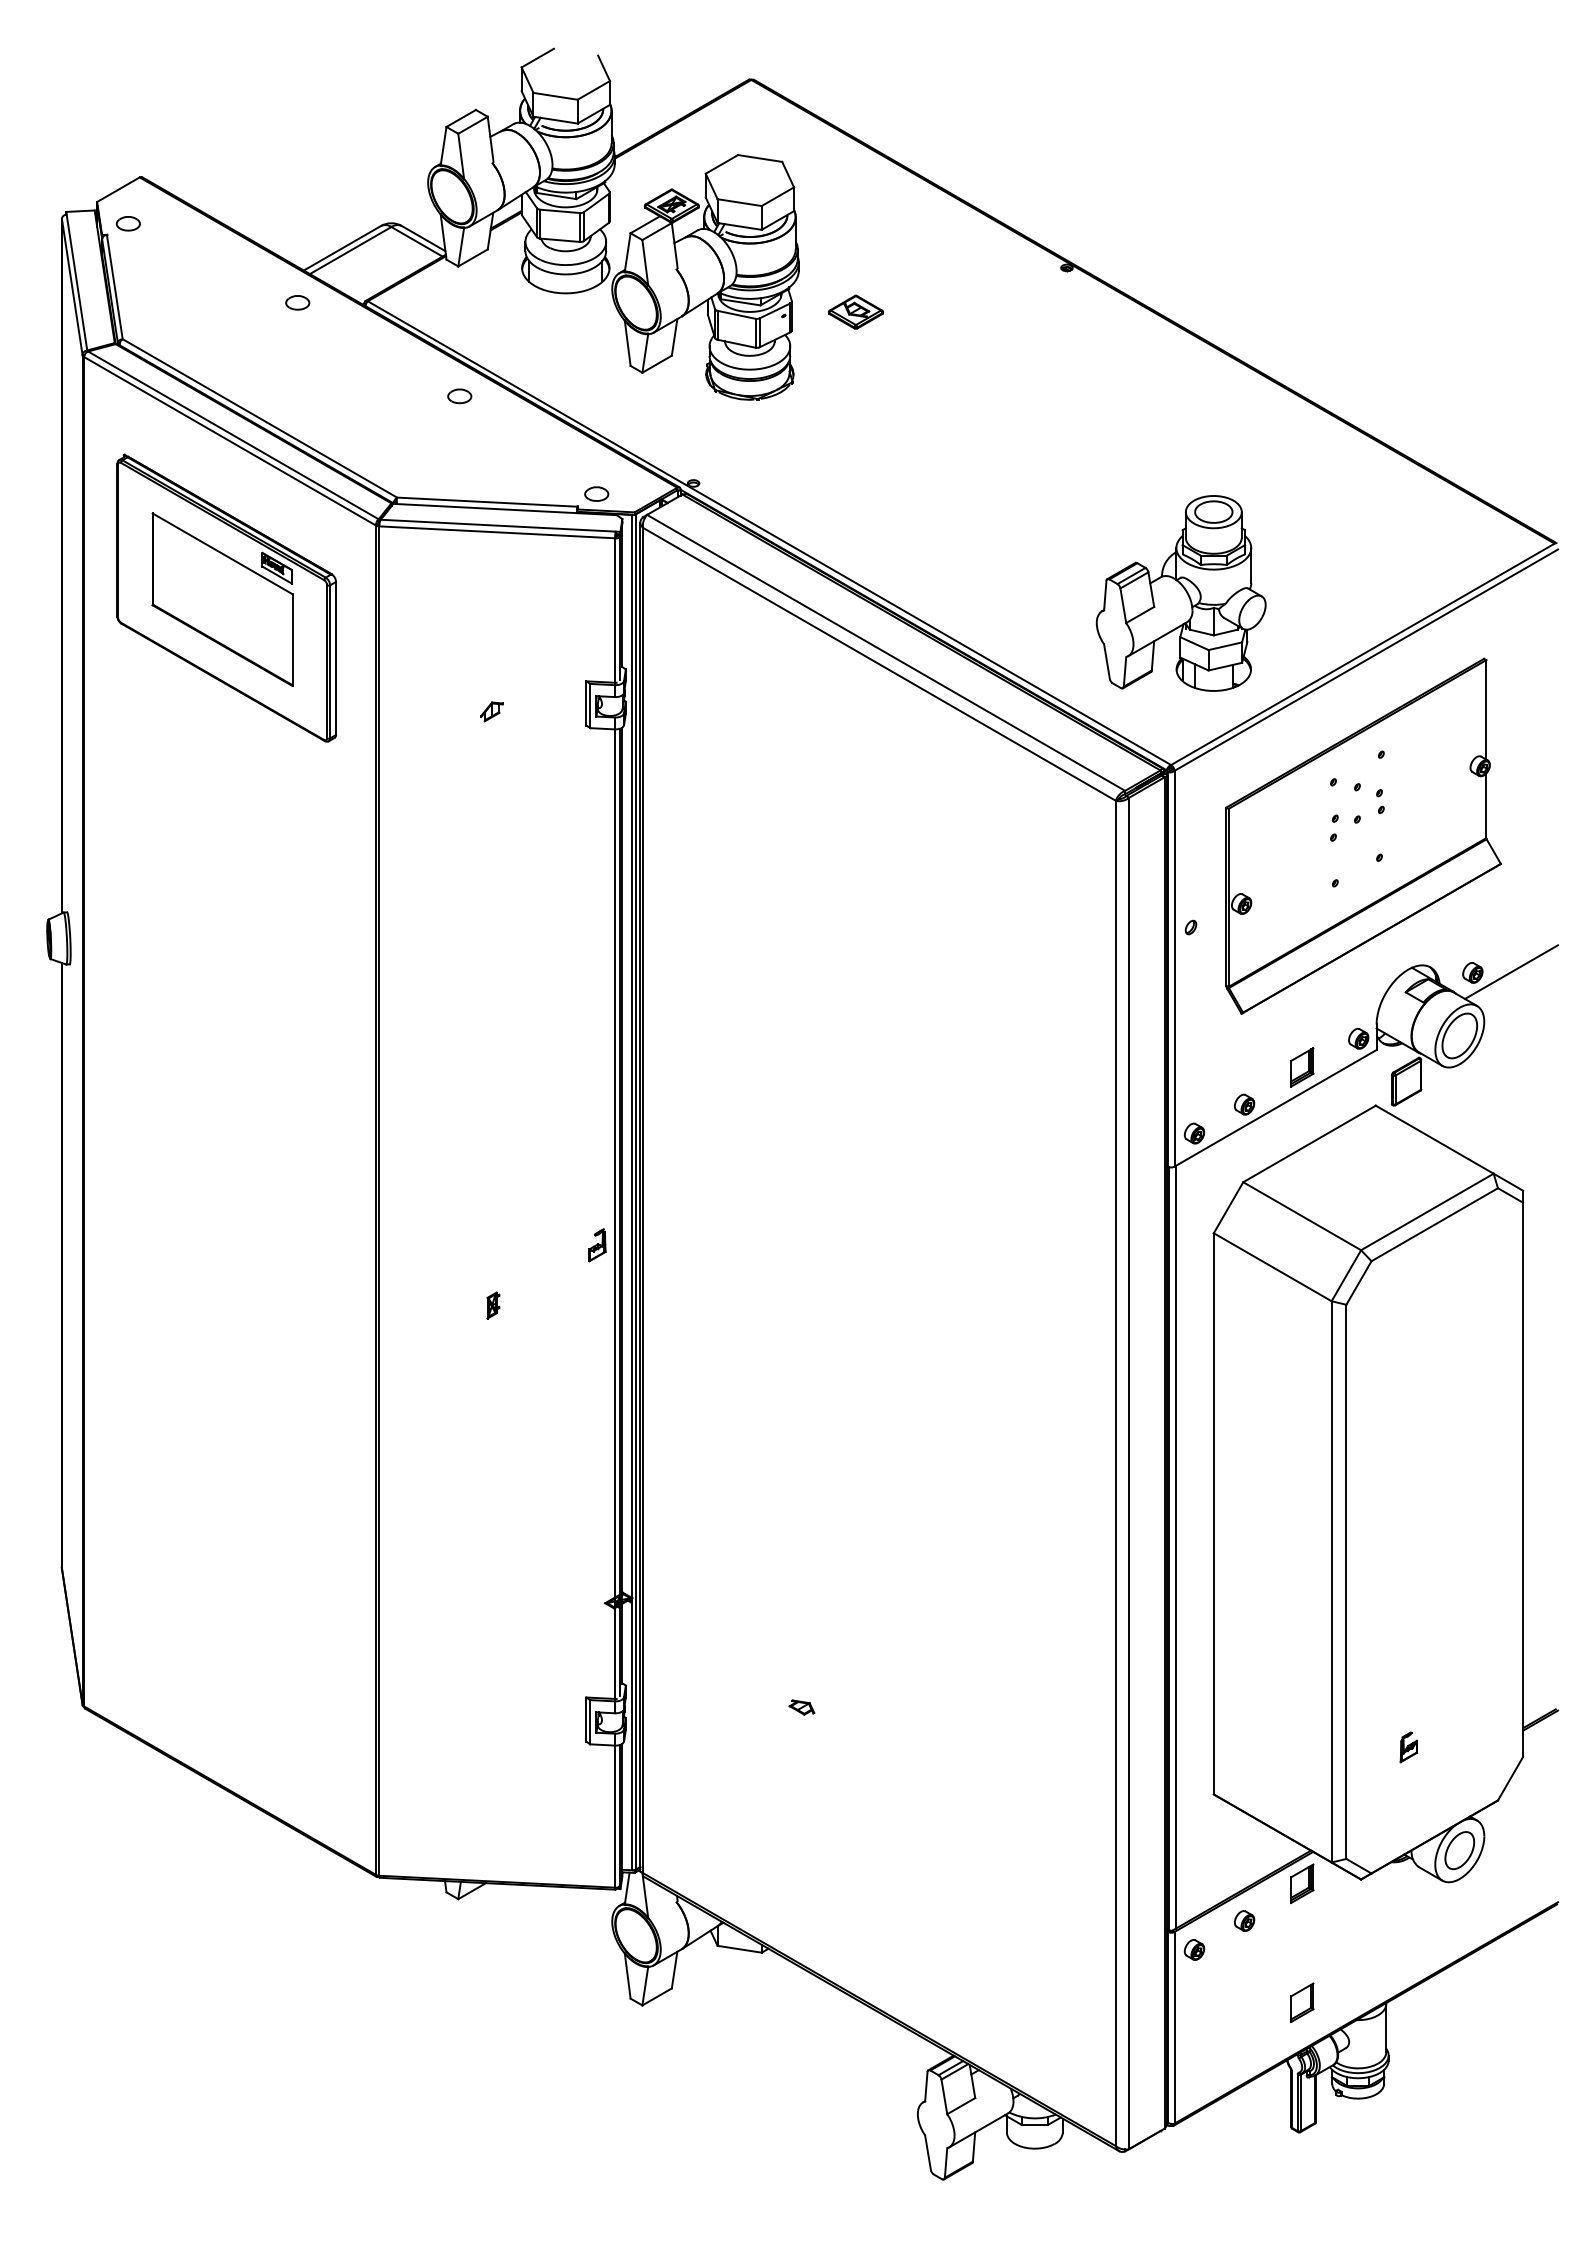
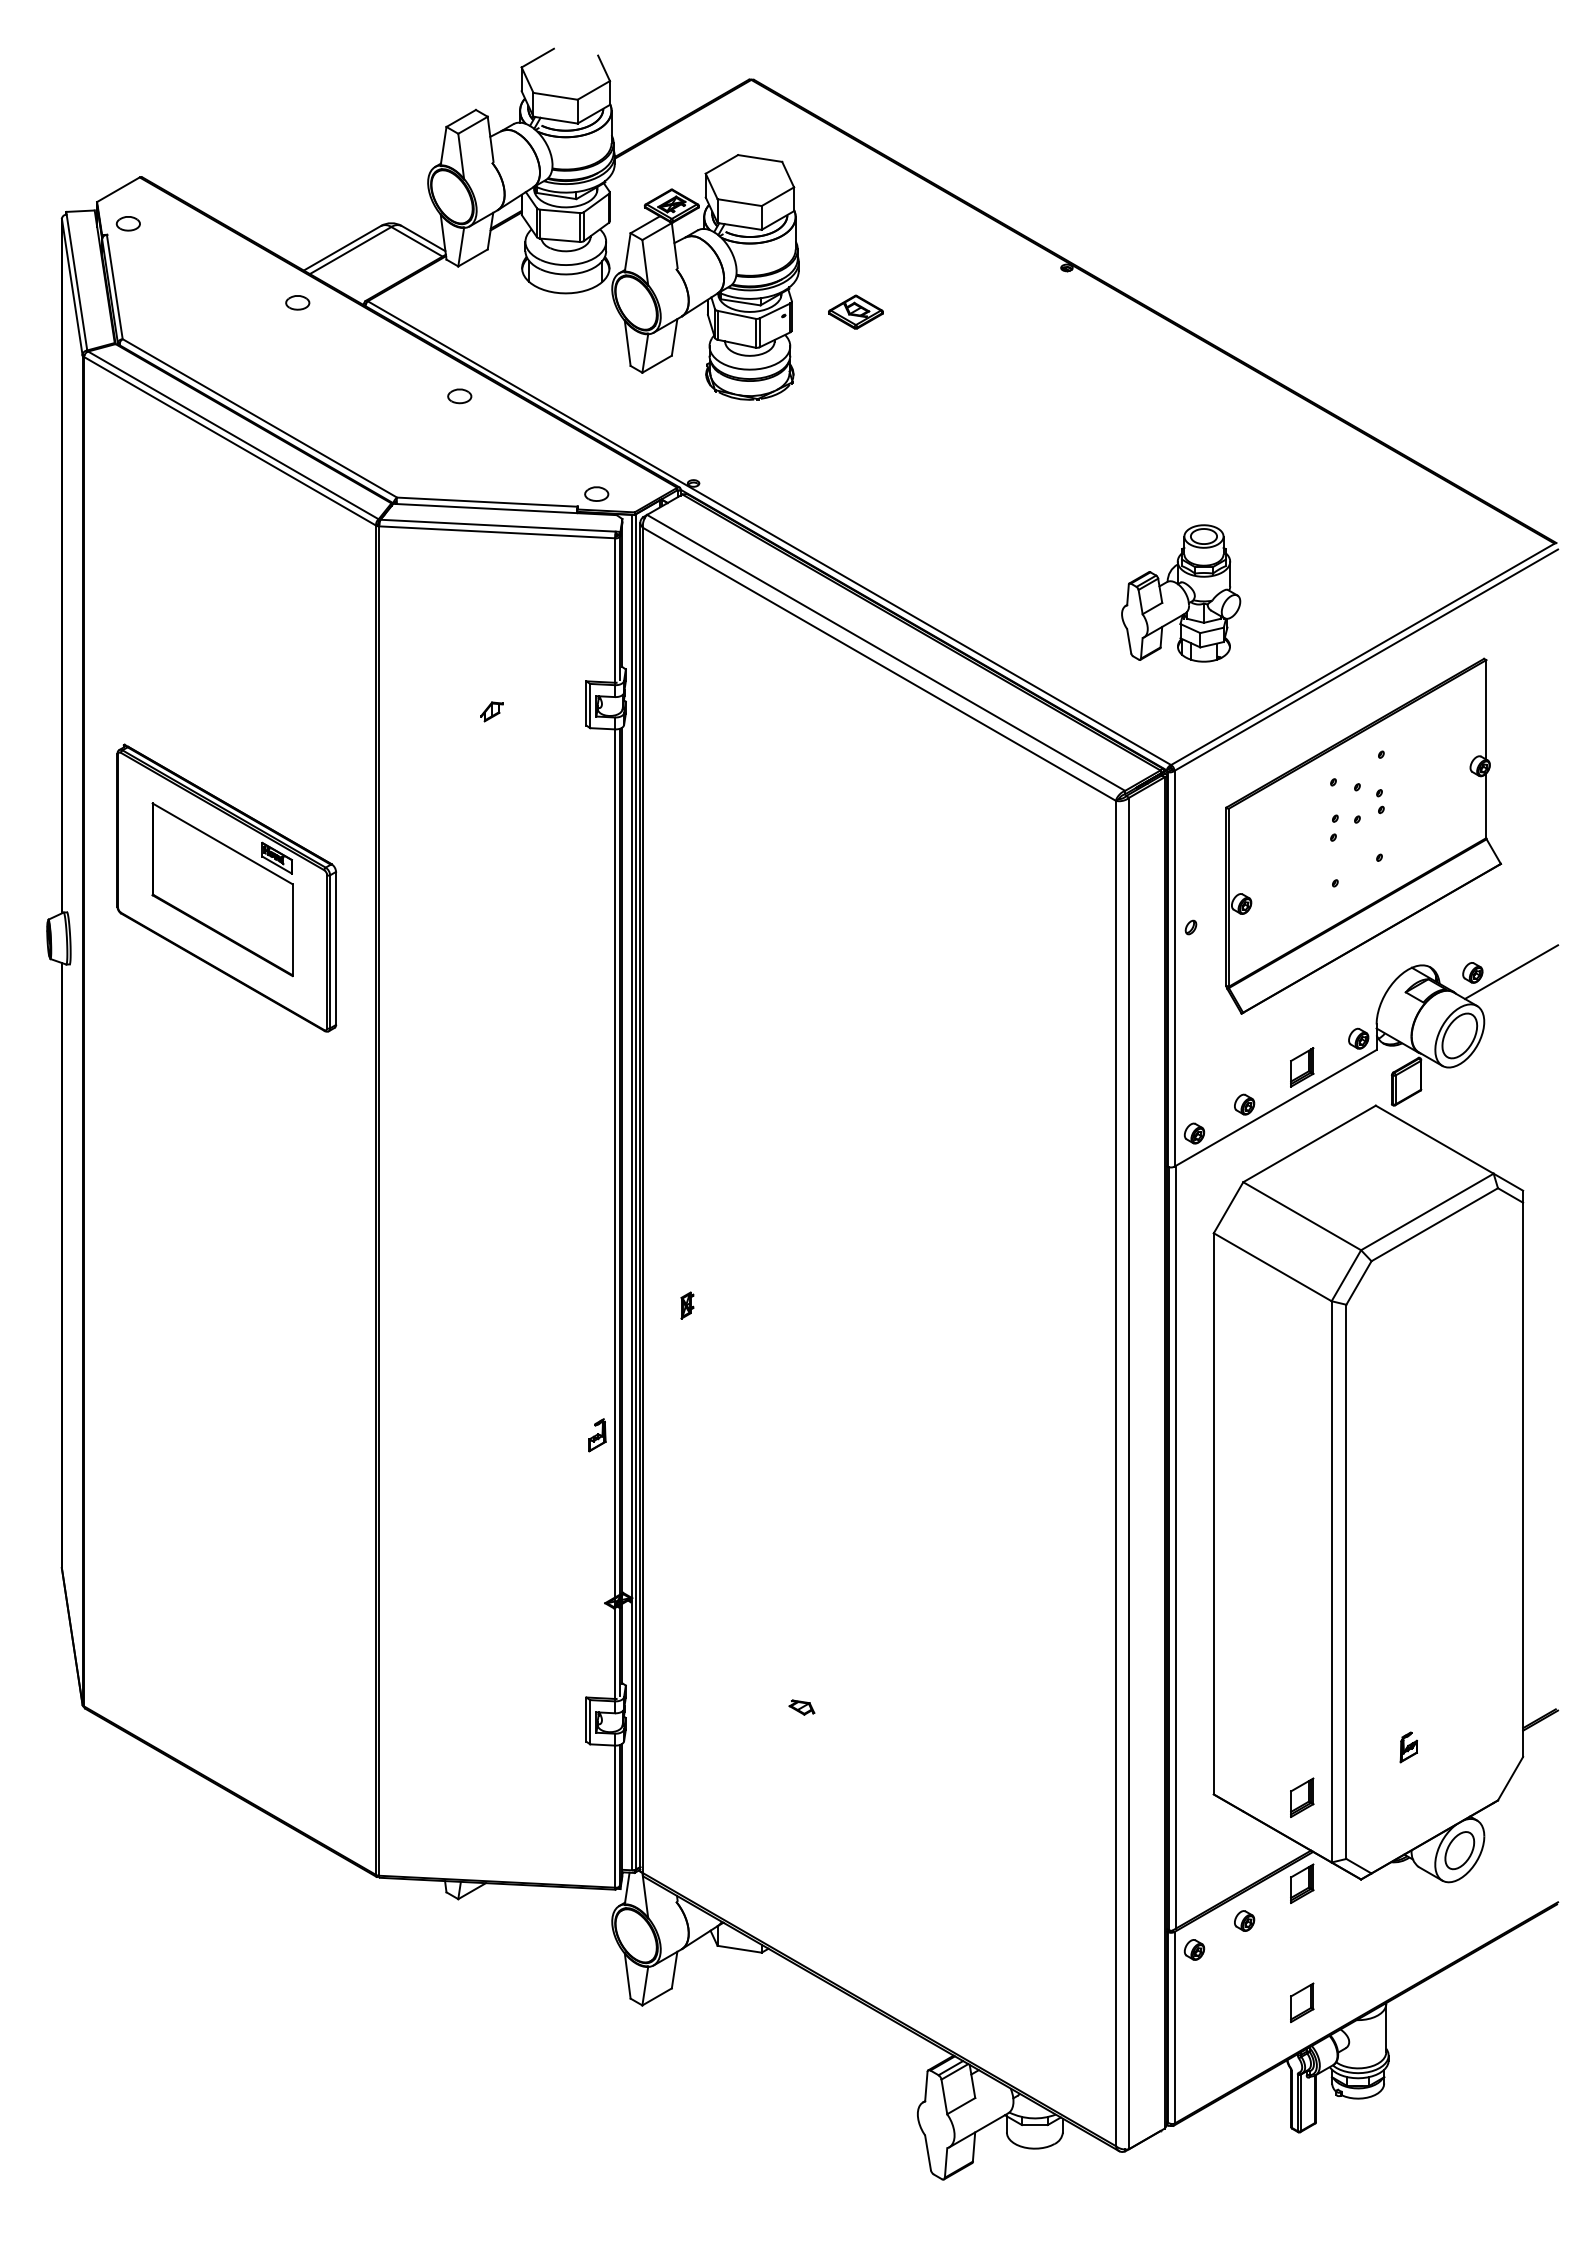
part at (1180, 593) size: 172x197 px -> 121x139 px
part at (226, 597) position: (226, 597) -> (226, 887)
part at (597, 1245) position: (597, 1245) -> (597, 1435)
part at (493, 1305) position: (493, 1305) -> (687, 1305)
part at (1302, 1797): none -> present
